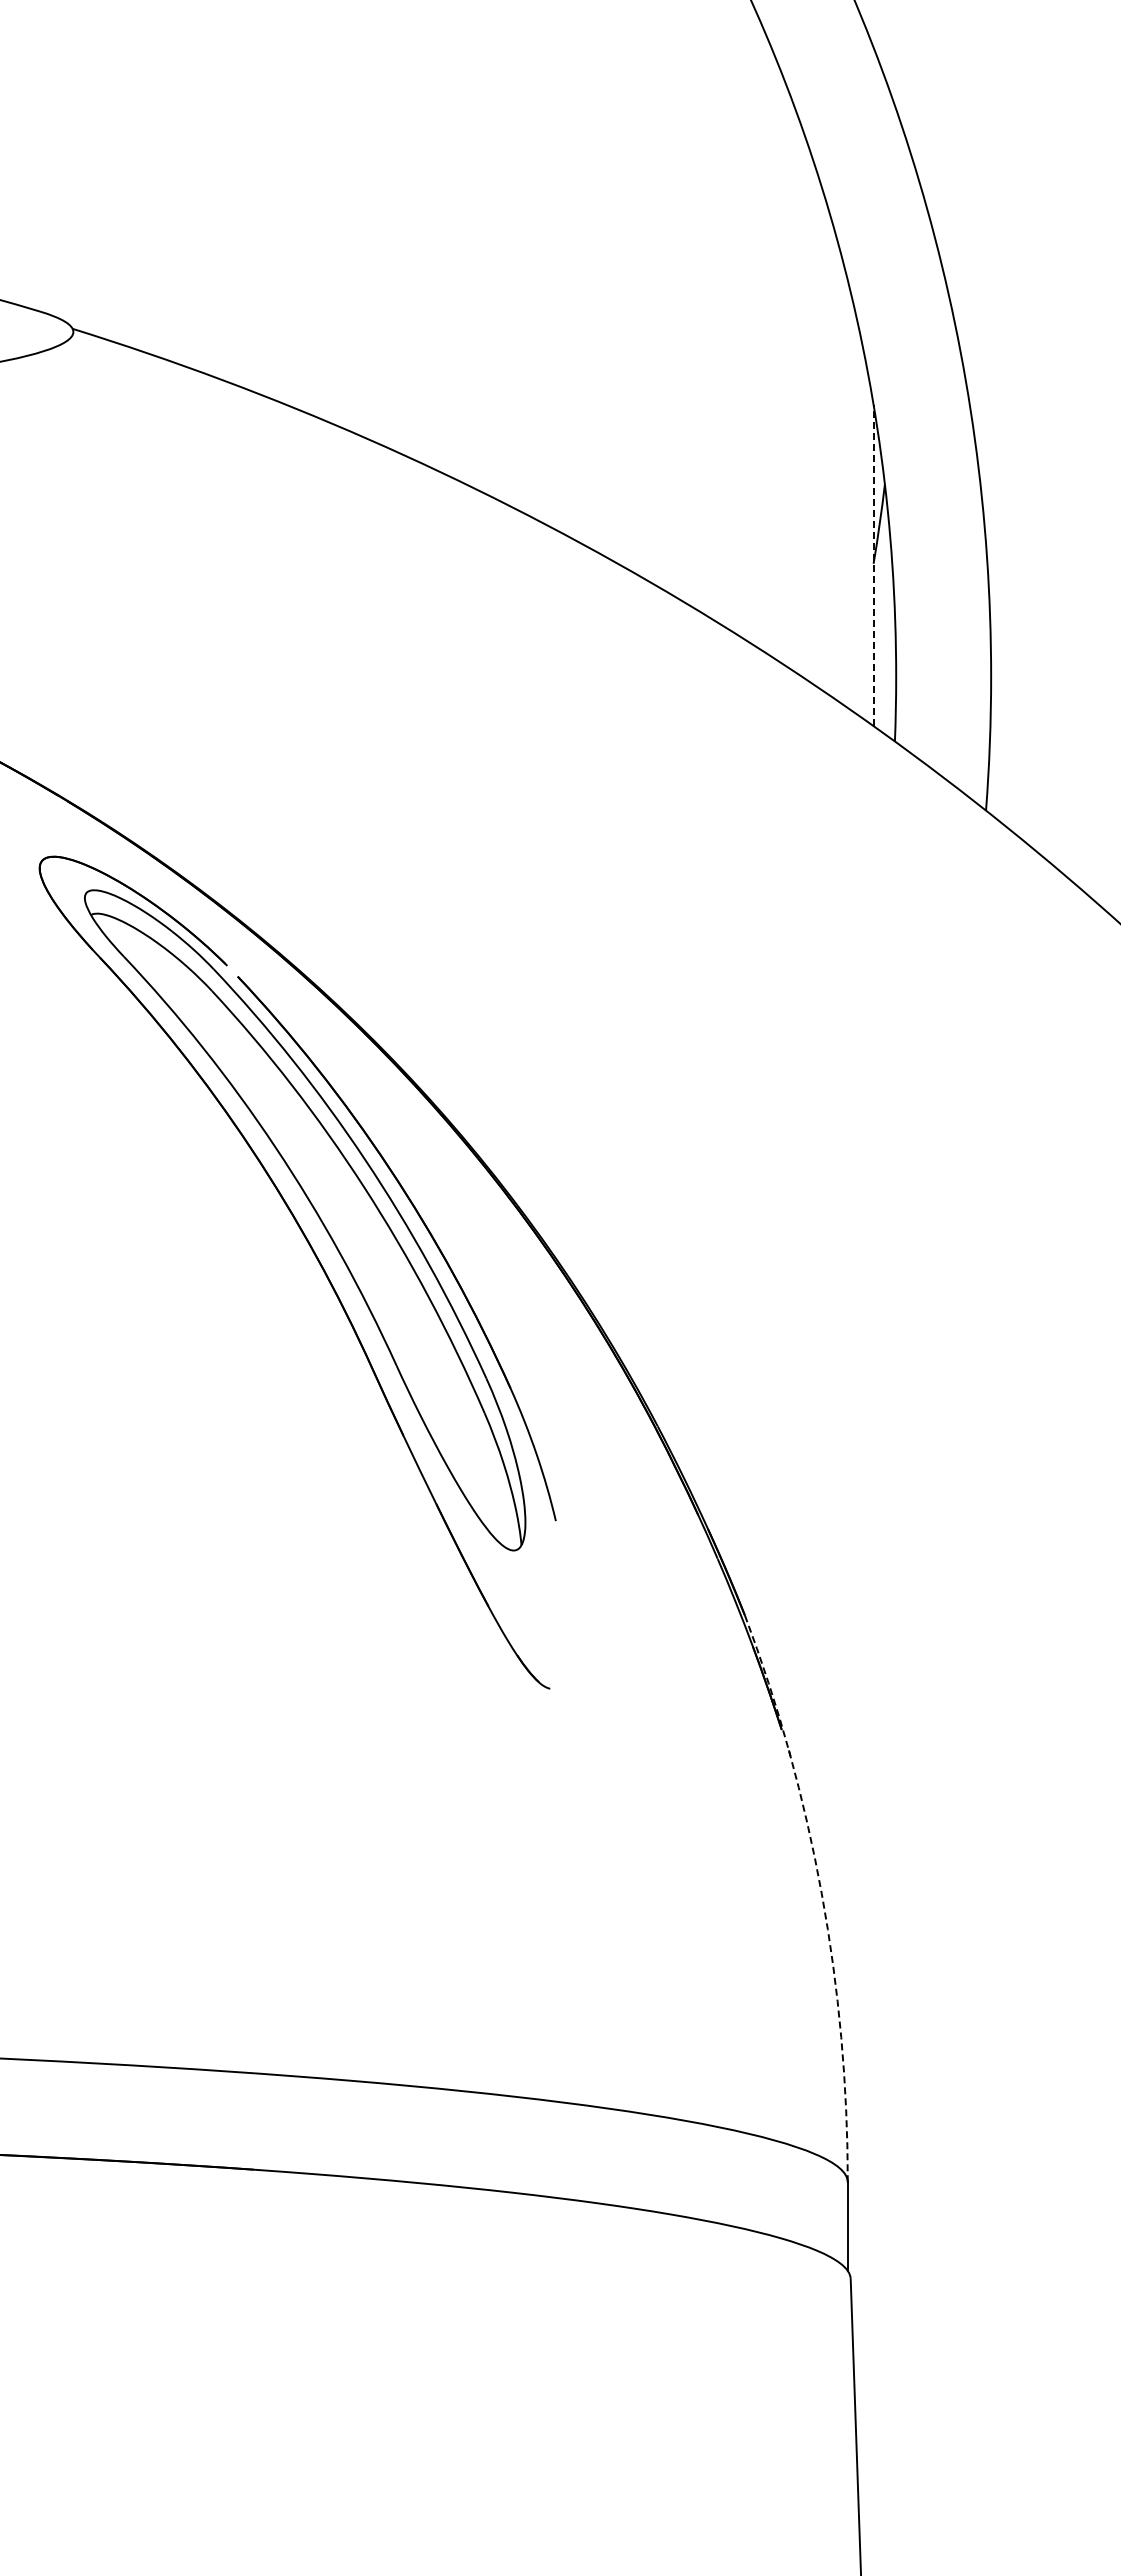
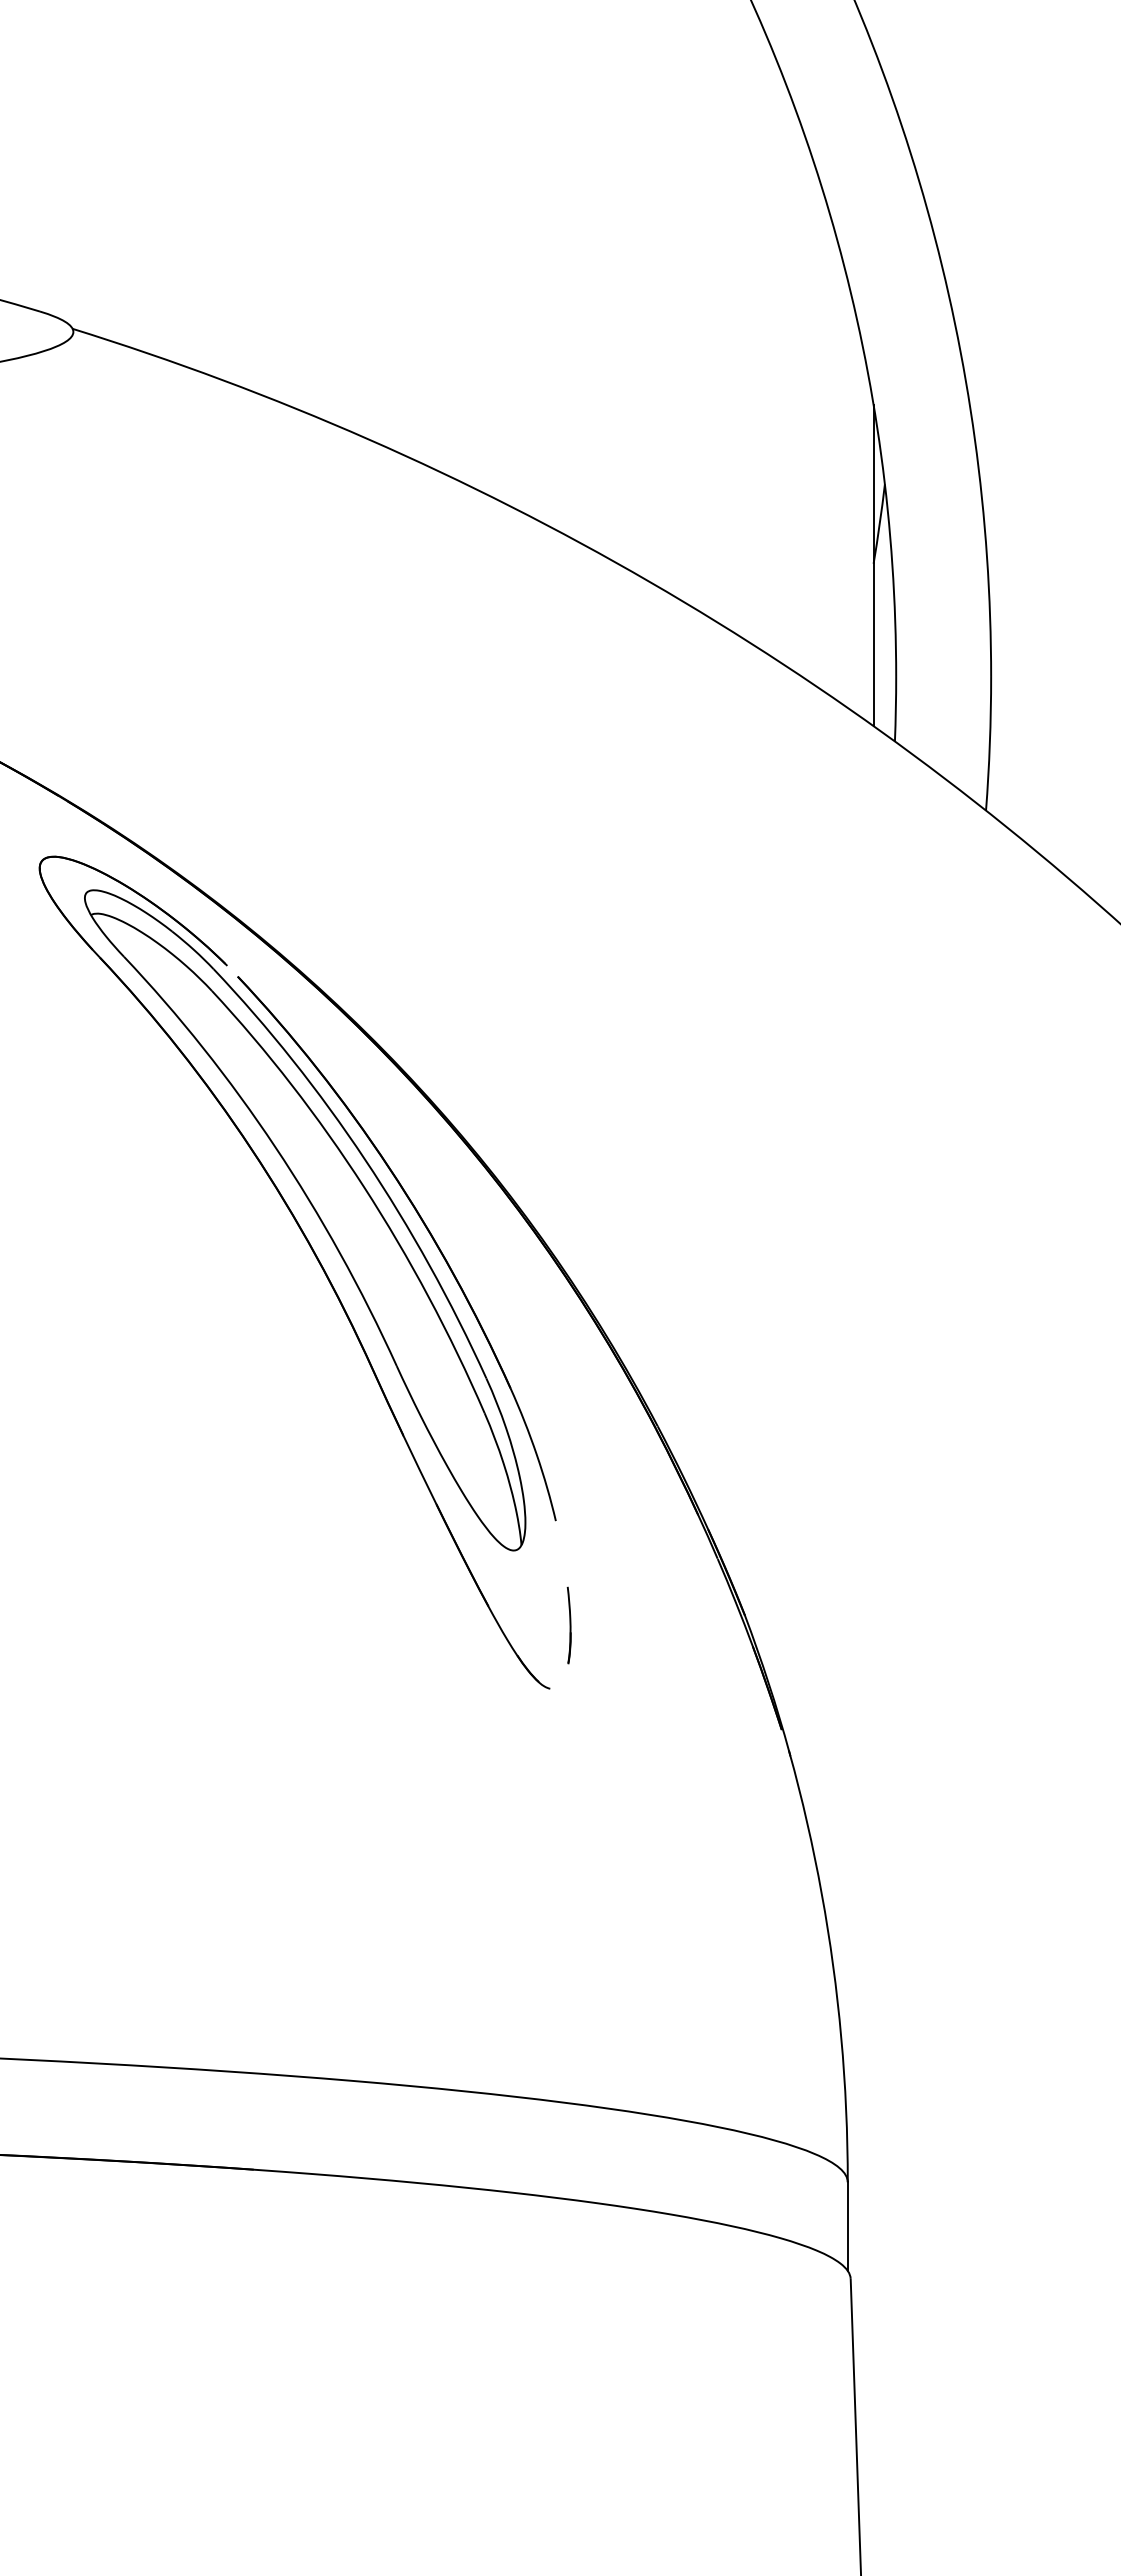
line at (873, 565): dashed -> solid
part at (568, 1625): none -> present
arc at (821, 1893): dashed -> solid
